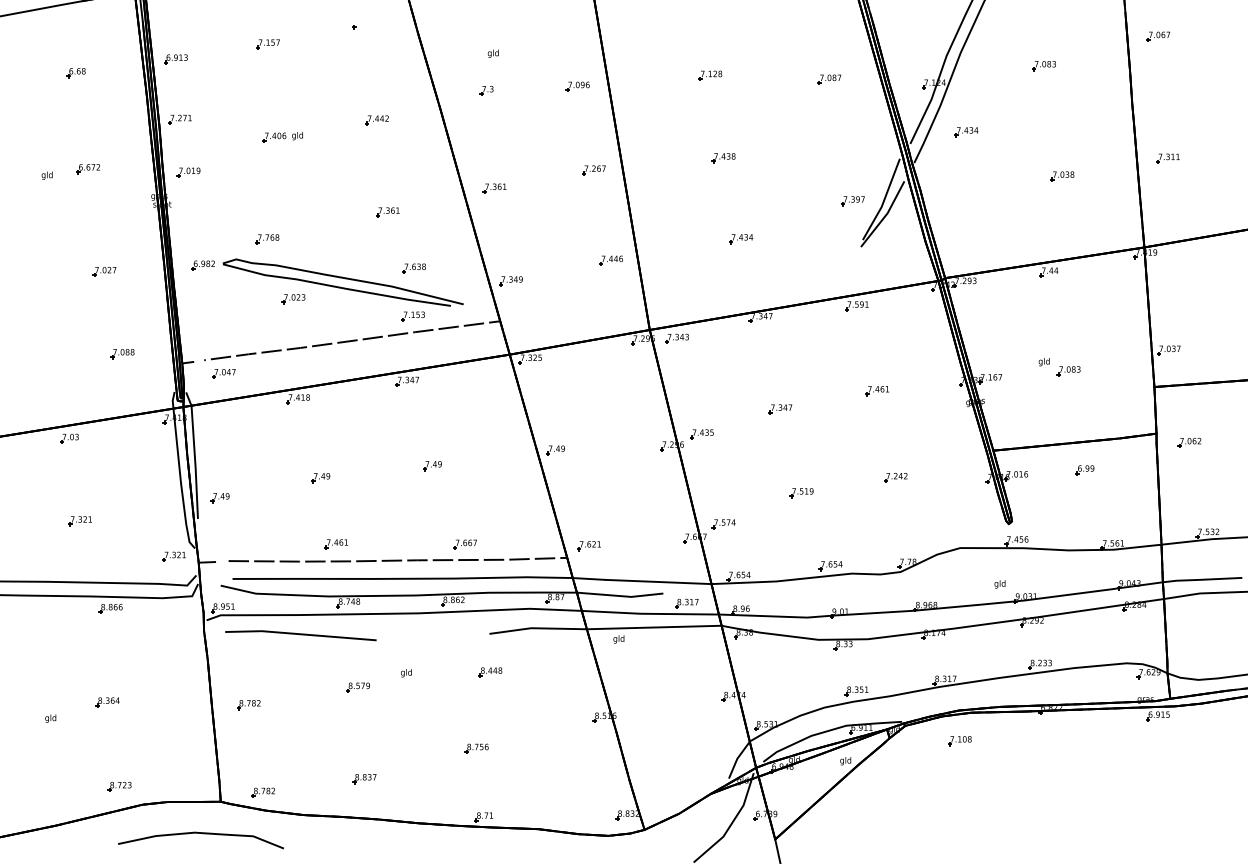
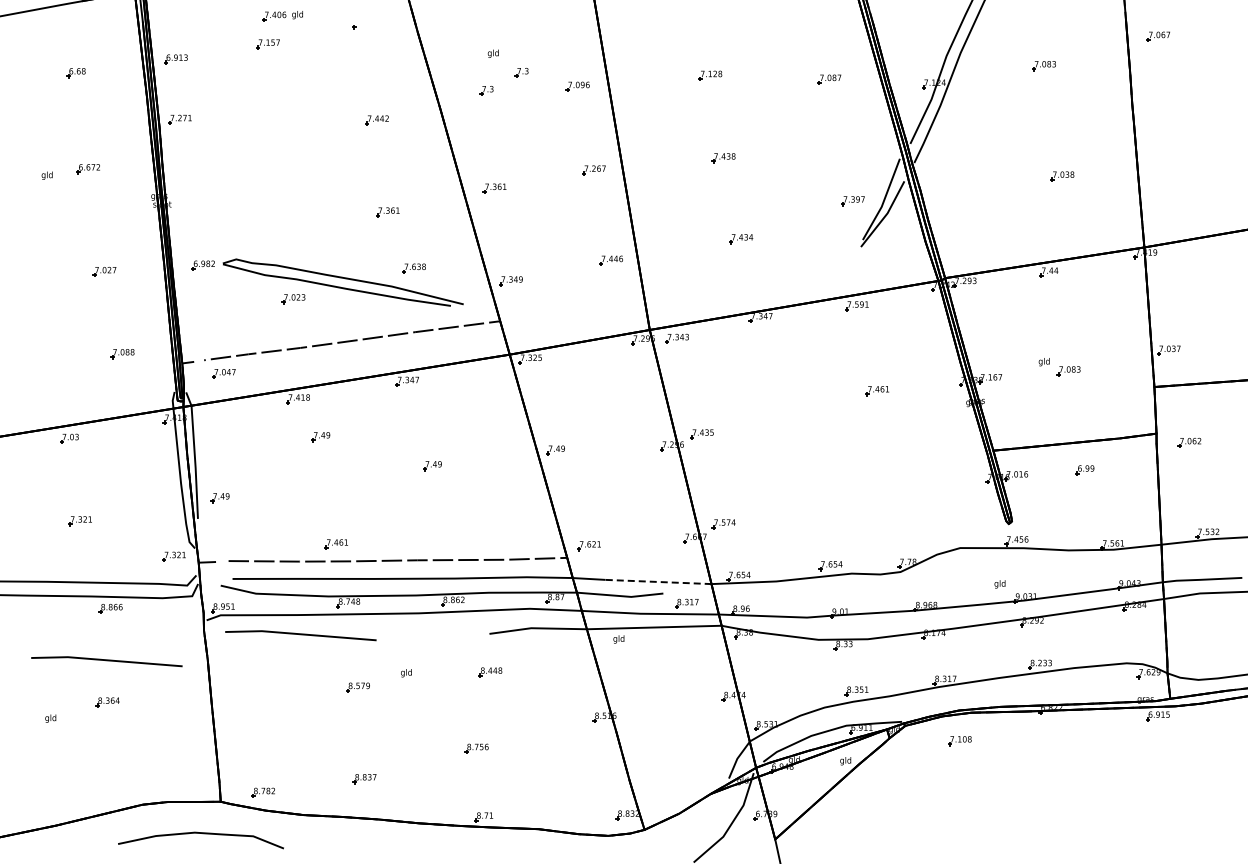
part at (521, 72): none -> present
part at (966, 132): present -> none
part at (282, 137) position: (282, 137) -> (282, 16)
part at (1167, 158): present -> none
part at (188, 172): present -> none
part at (267, 239): present -> none
part at (412, 316): present -> none
part at (780, 409): present -> none
part at (895, 477): present -> none
part at (320, 478) position: (320, 478) -> (320, 437)
part at (801, 493): present -> none
part at (464, 544): present -> none
line at (658, 581): solid -> dashed
line at (106, 661): none -> present
part at (248, 705): present -> none
part at (119, 786): present -> none
